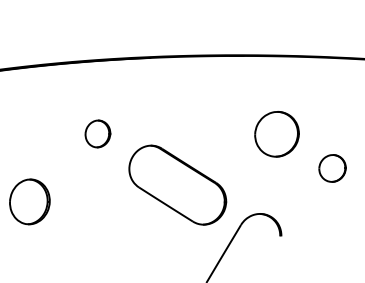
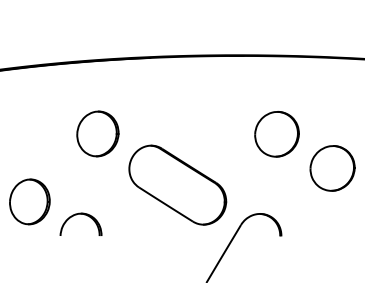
part at (97, 133) size: 28x30 px -> 44x48 px
part at (332, 168) size: 29x29 px -> 47x47 px
part at (76, 215): none -> present
